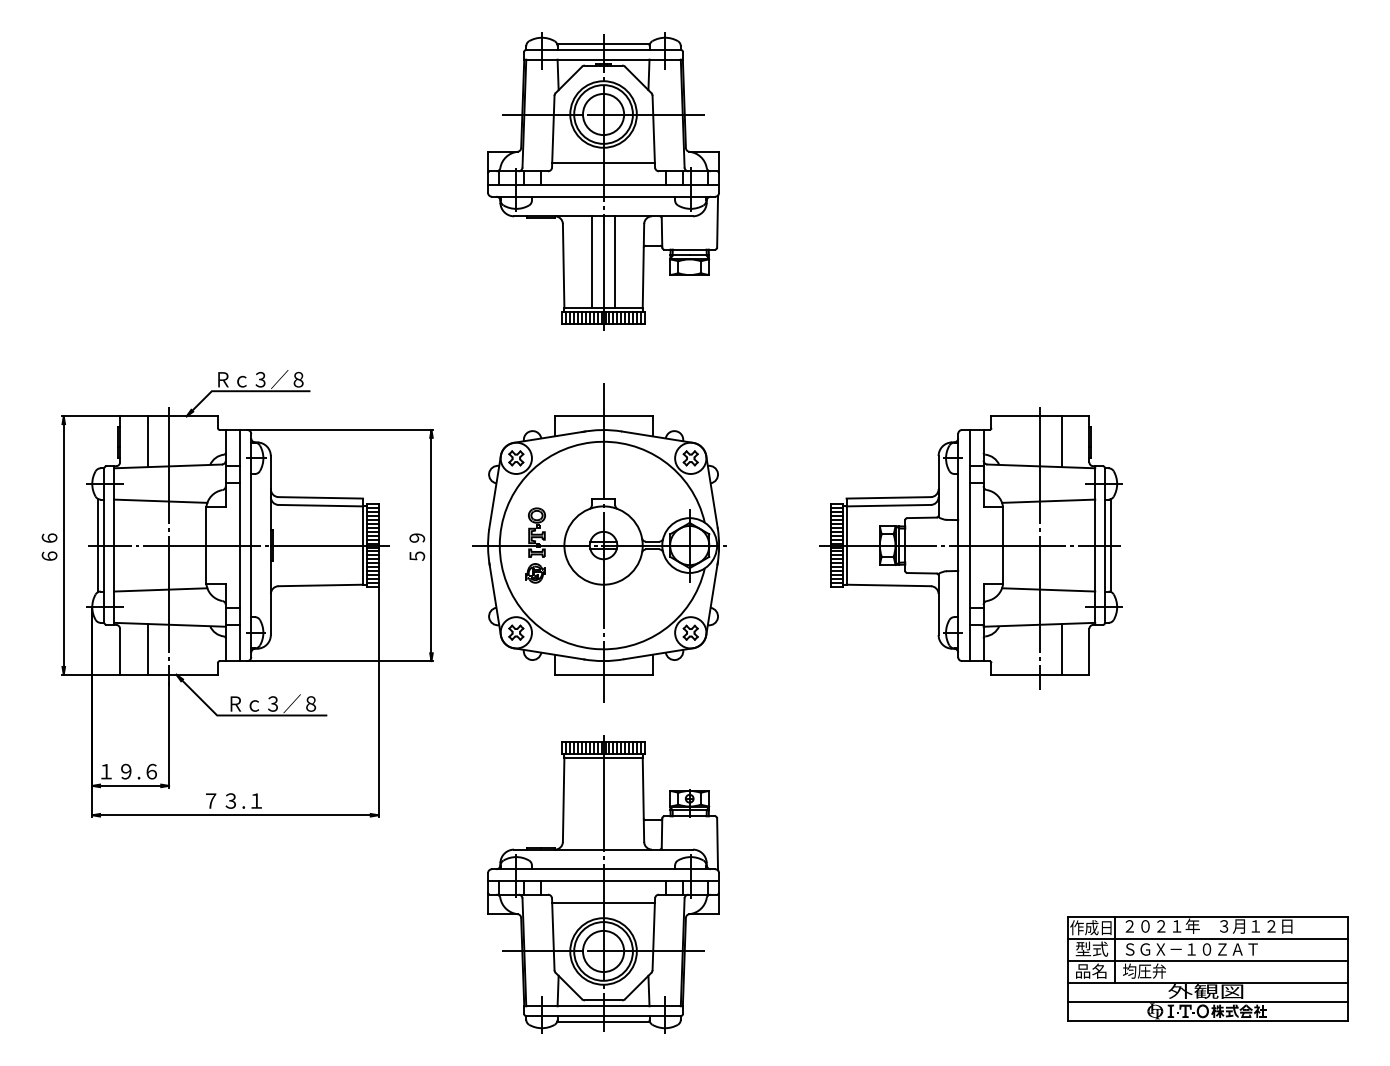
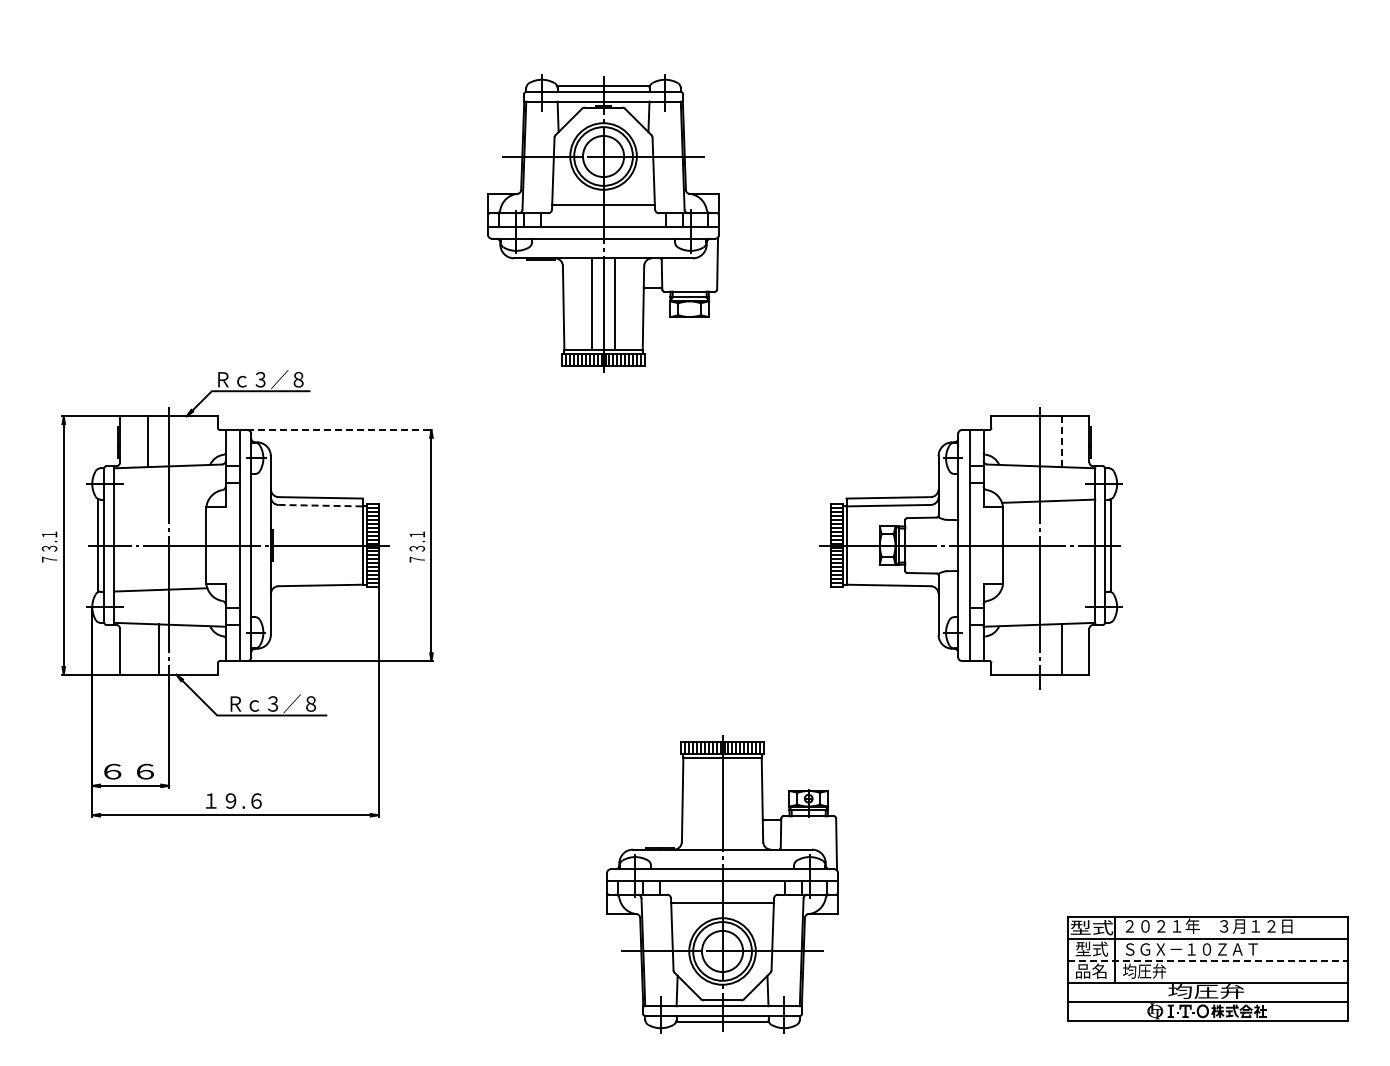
part at (603, 181) position: (603, 181) -> (603, 223)
line at (340, 430): solid -> dashed
line at (1061, 442): solid -> dashed
line at (160, 500): present -> none
line at (321, 505): solid -> dashed
part at (599, 542): present -> none
text at (49, 546): ６６ -> ７３.１
text at (417, 546): ５９ -> ７３.１
line at (1048, 589): present -> none
line at (147, 649) position: (147, 649) -> (158, 649)
text at (128, 771): １９.６ -> ６６
text at (233, 800): ７３.１ -> １９.６
part at (603, 884) position: (603, 884) -> (722, 884)
text at (1091, 927): 作成日 -> 型式
line at (1208, 960): solid -> dashed
text at (1205, 991): 外観図 -> 均圧弁
